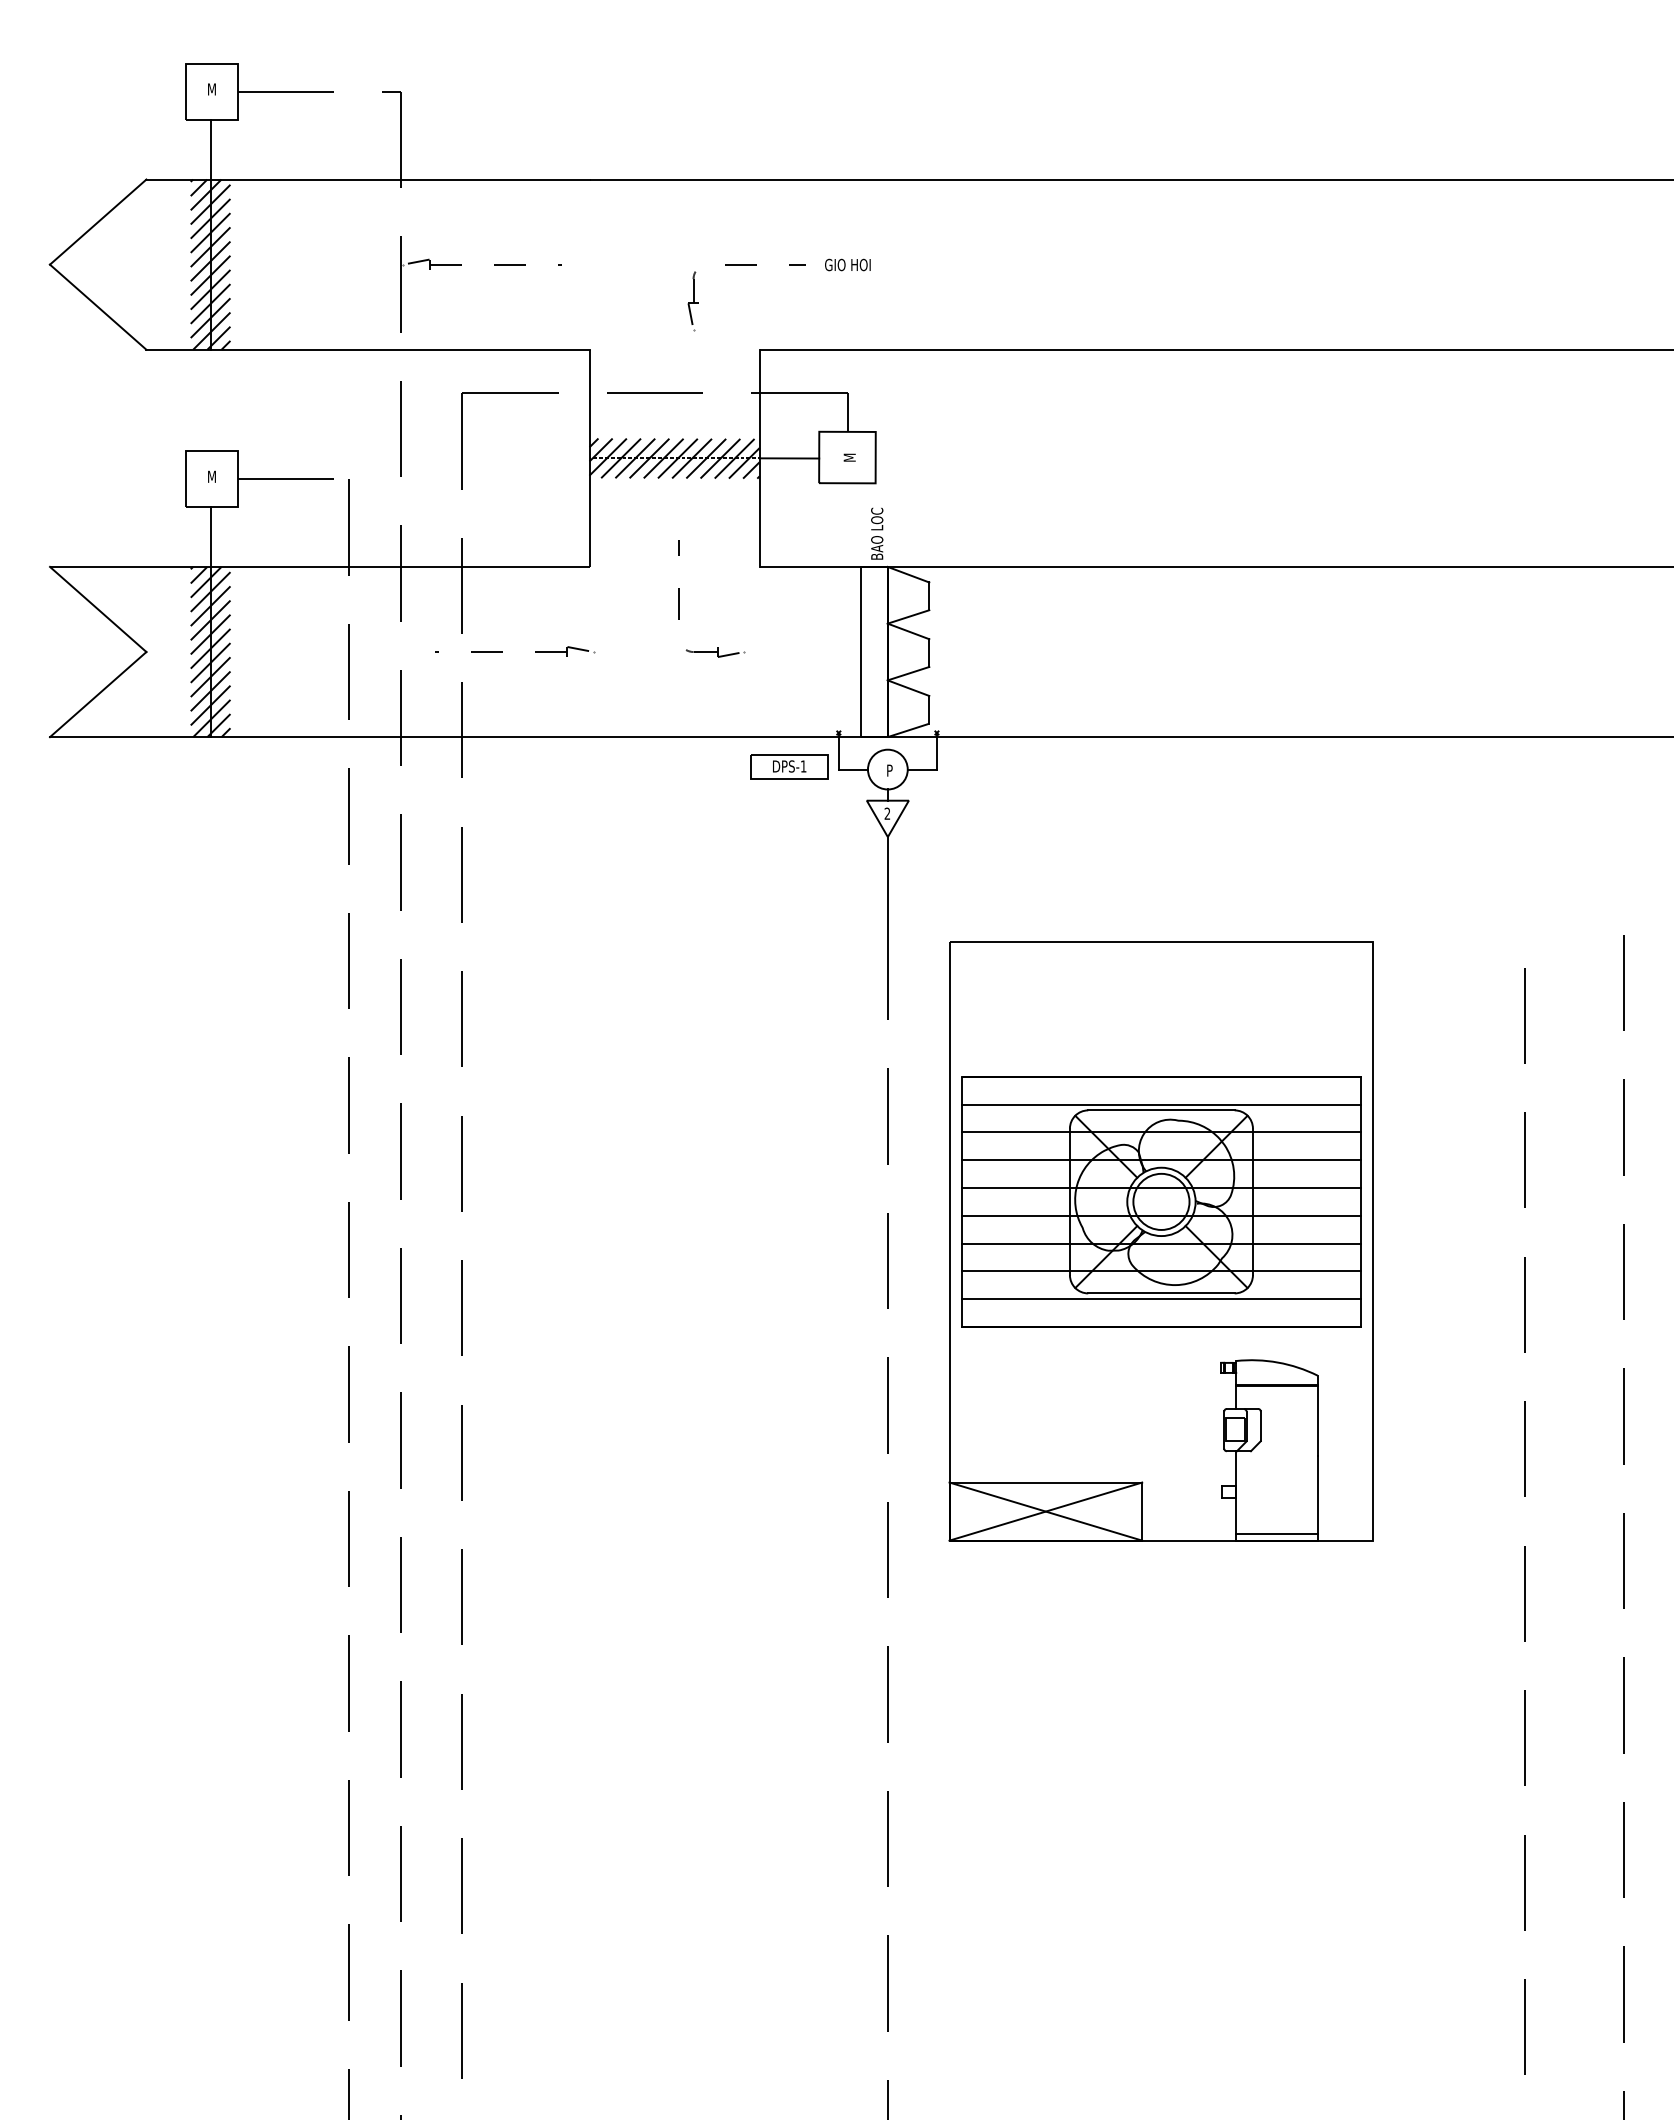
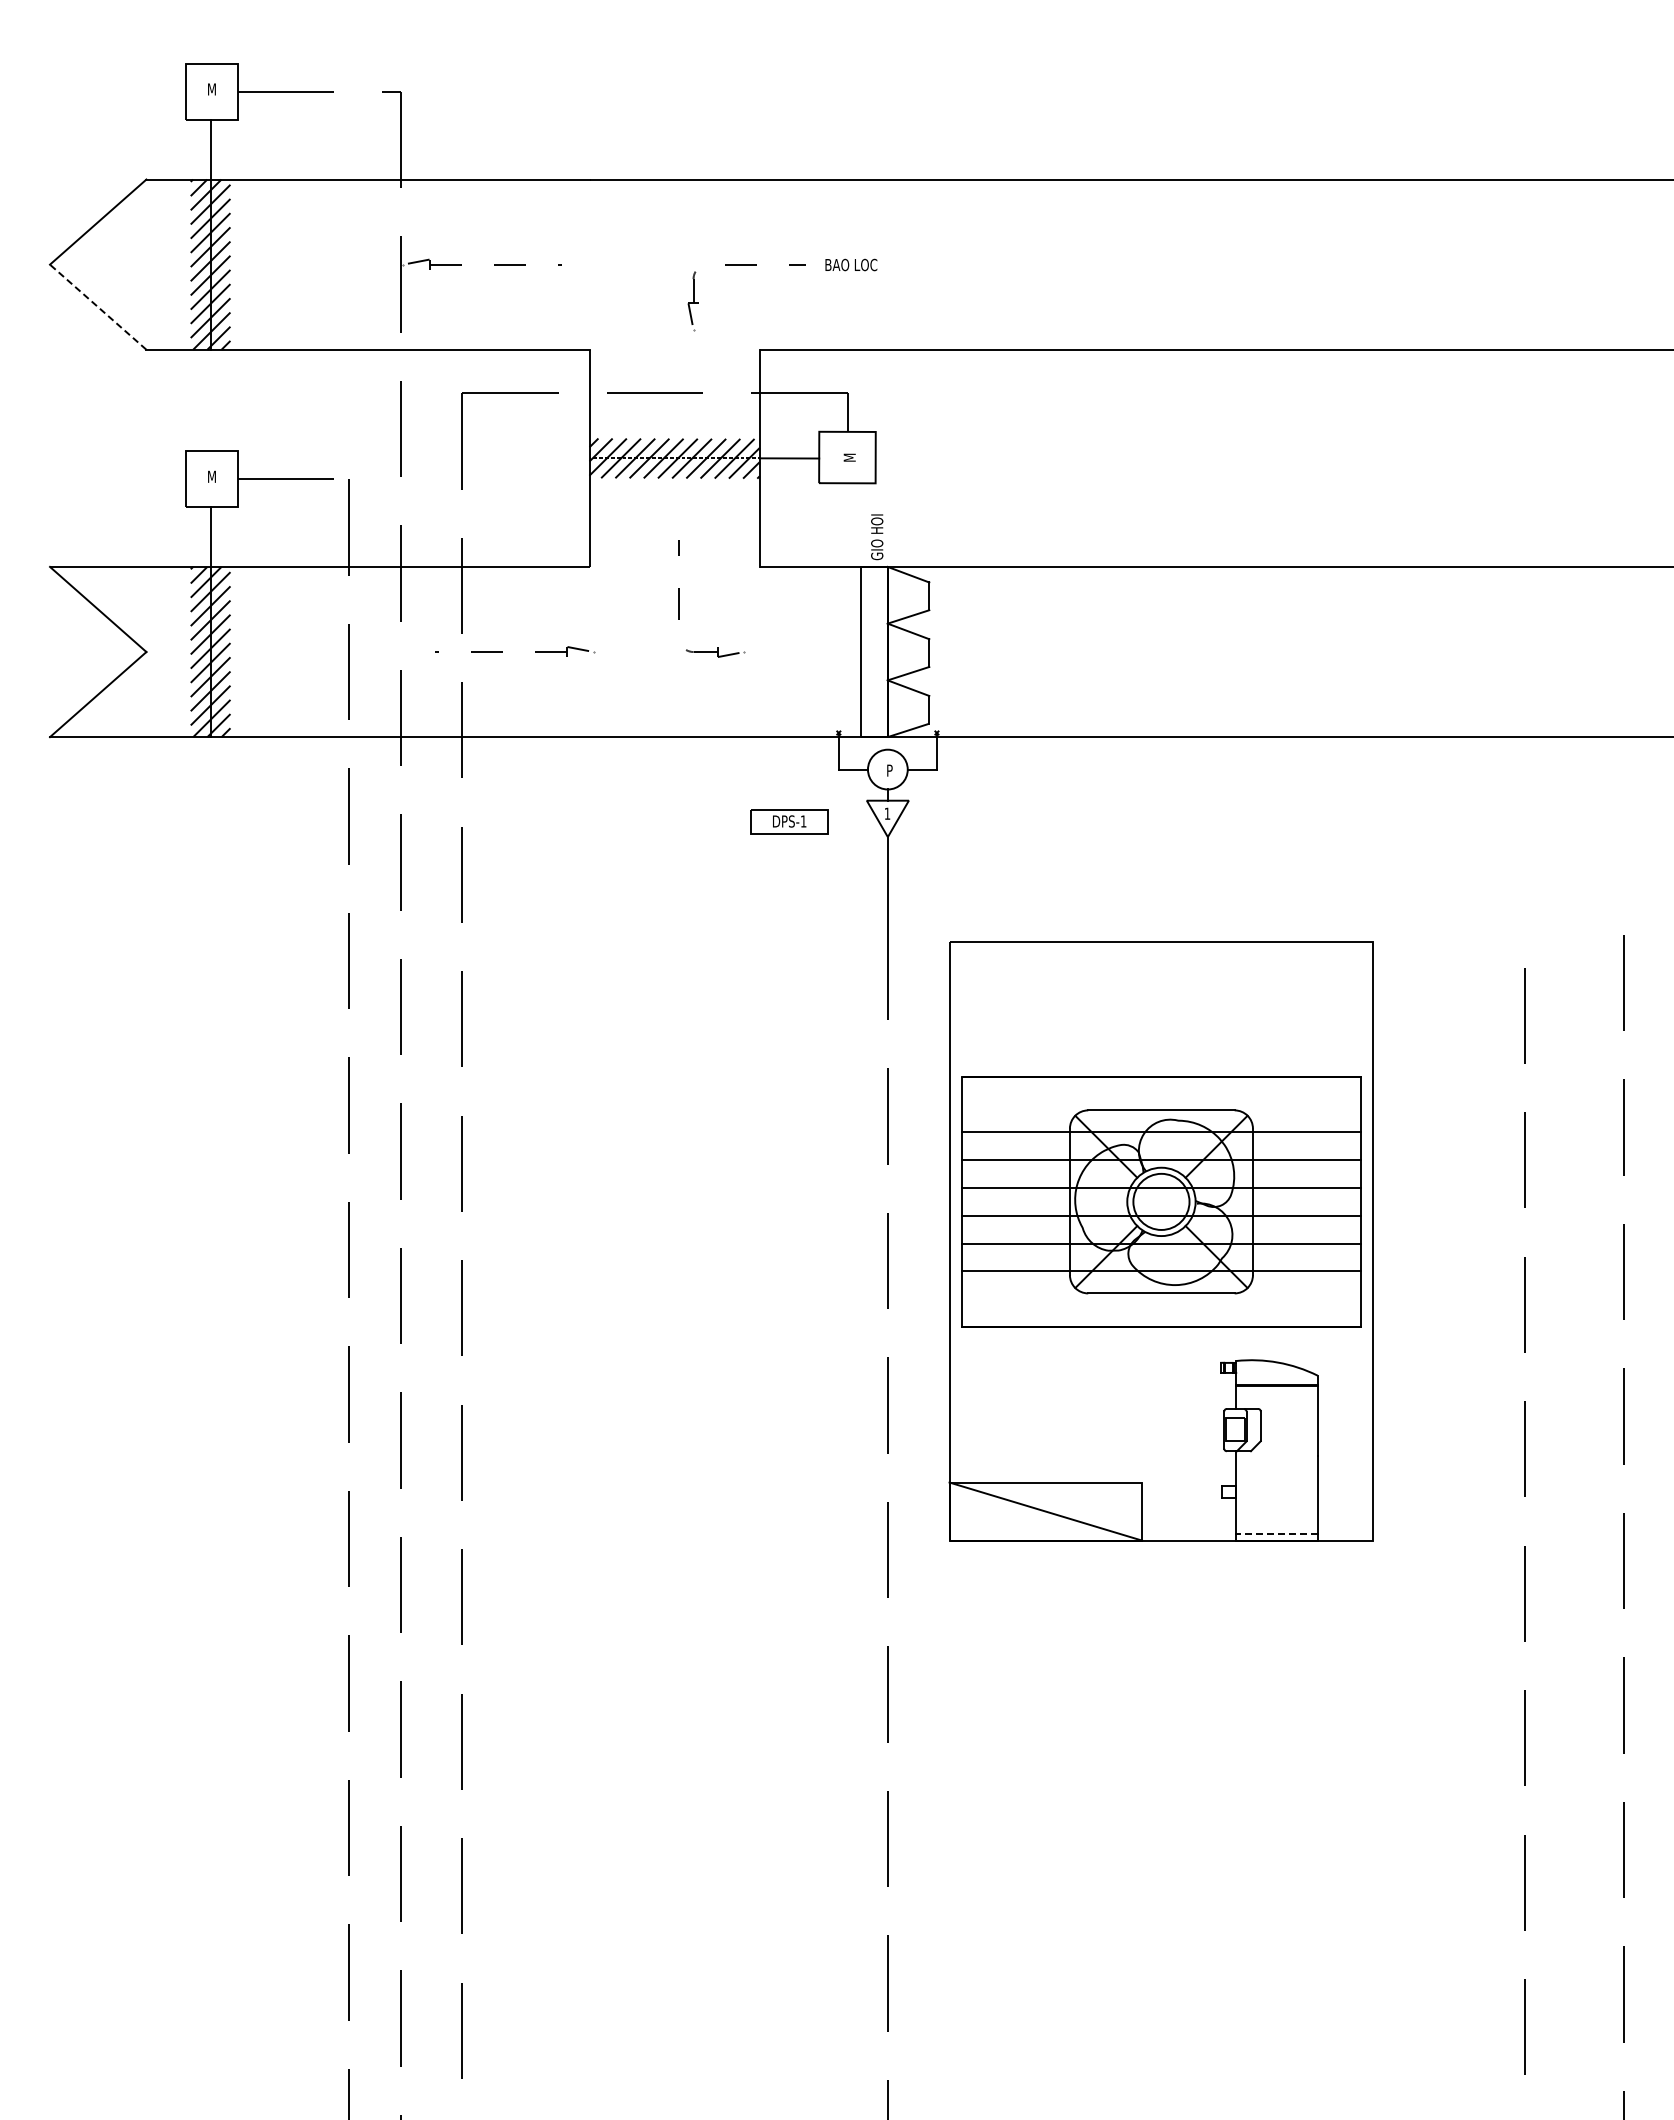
text at (851, 264): GIO HOI -> BAO LOC
line at (97, 306): solid -> dashed
text at (877, 533): BAO LOC -> GIO HOI
part at (789, 766) position: (789, 766) -> (789, 821)
text at (886, 813): 2 -> 1
line at (1161, 1104): present -> none
line at (1161, 1299): present -> none
line at (1045, 1511): present -> none
line at (1276, 1533): solid -> dashed
